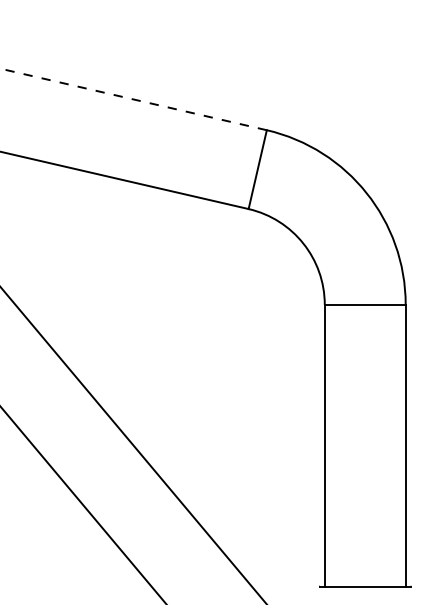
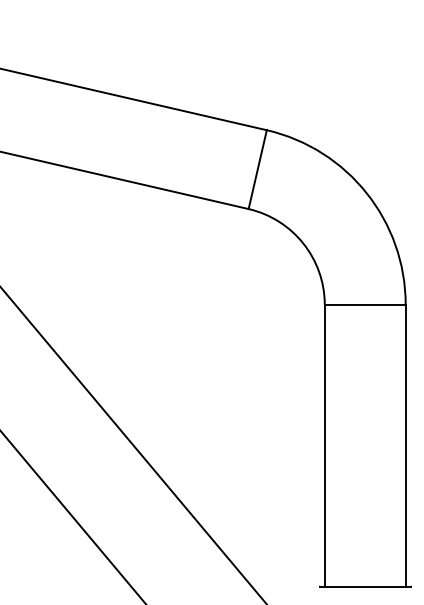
line at (133, 99): dashed -> solid
line at (83, 504) position: (83, 504) -> (72, 517)
